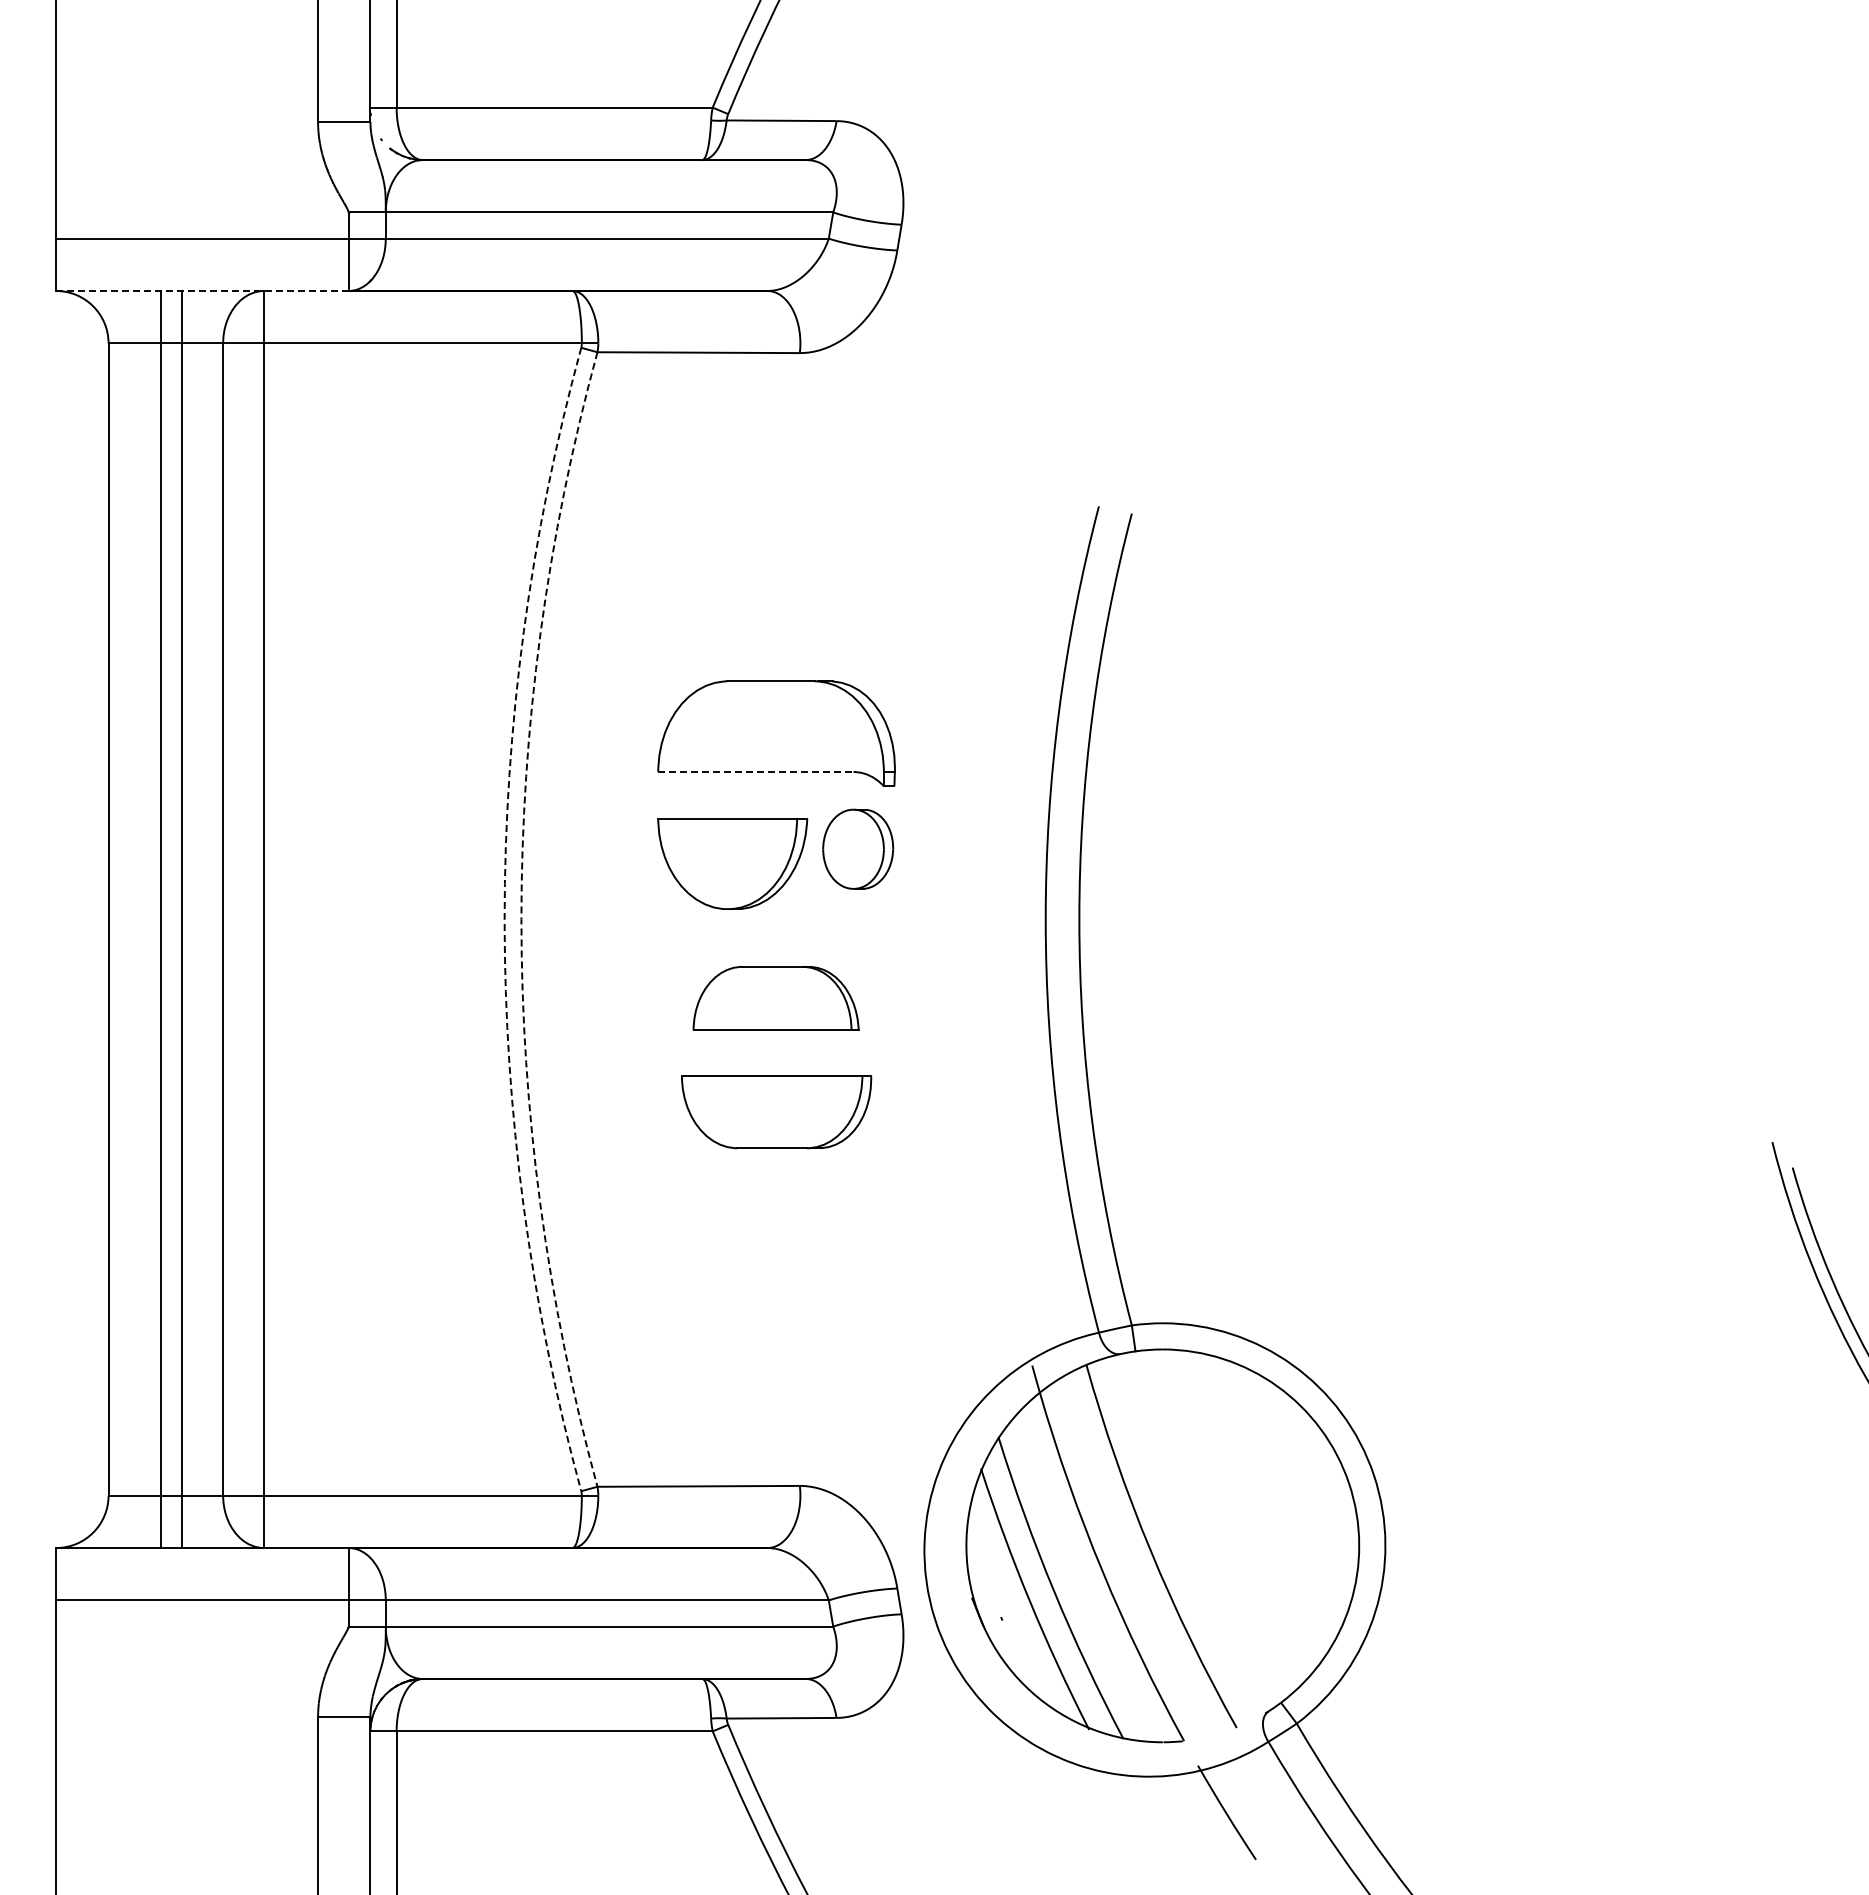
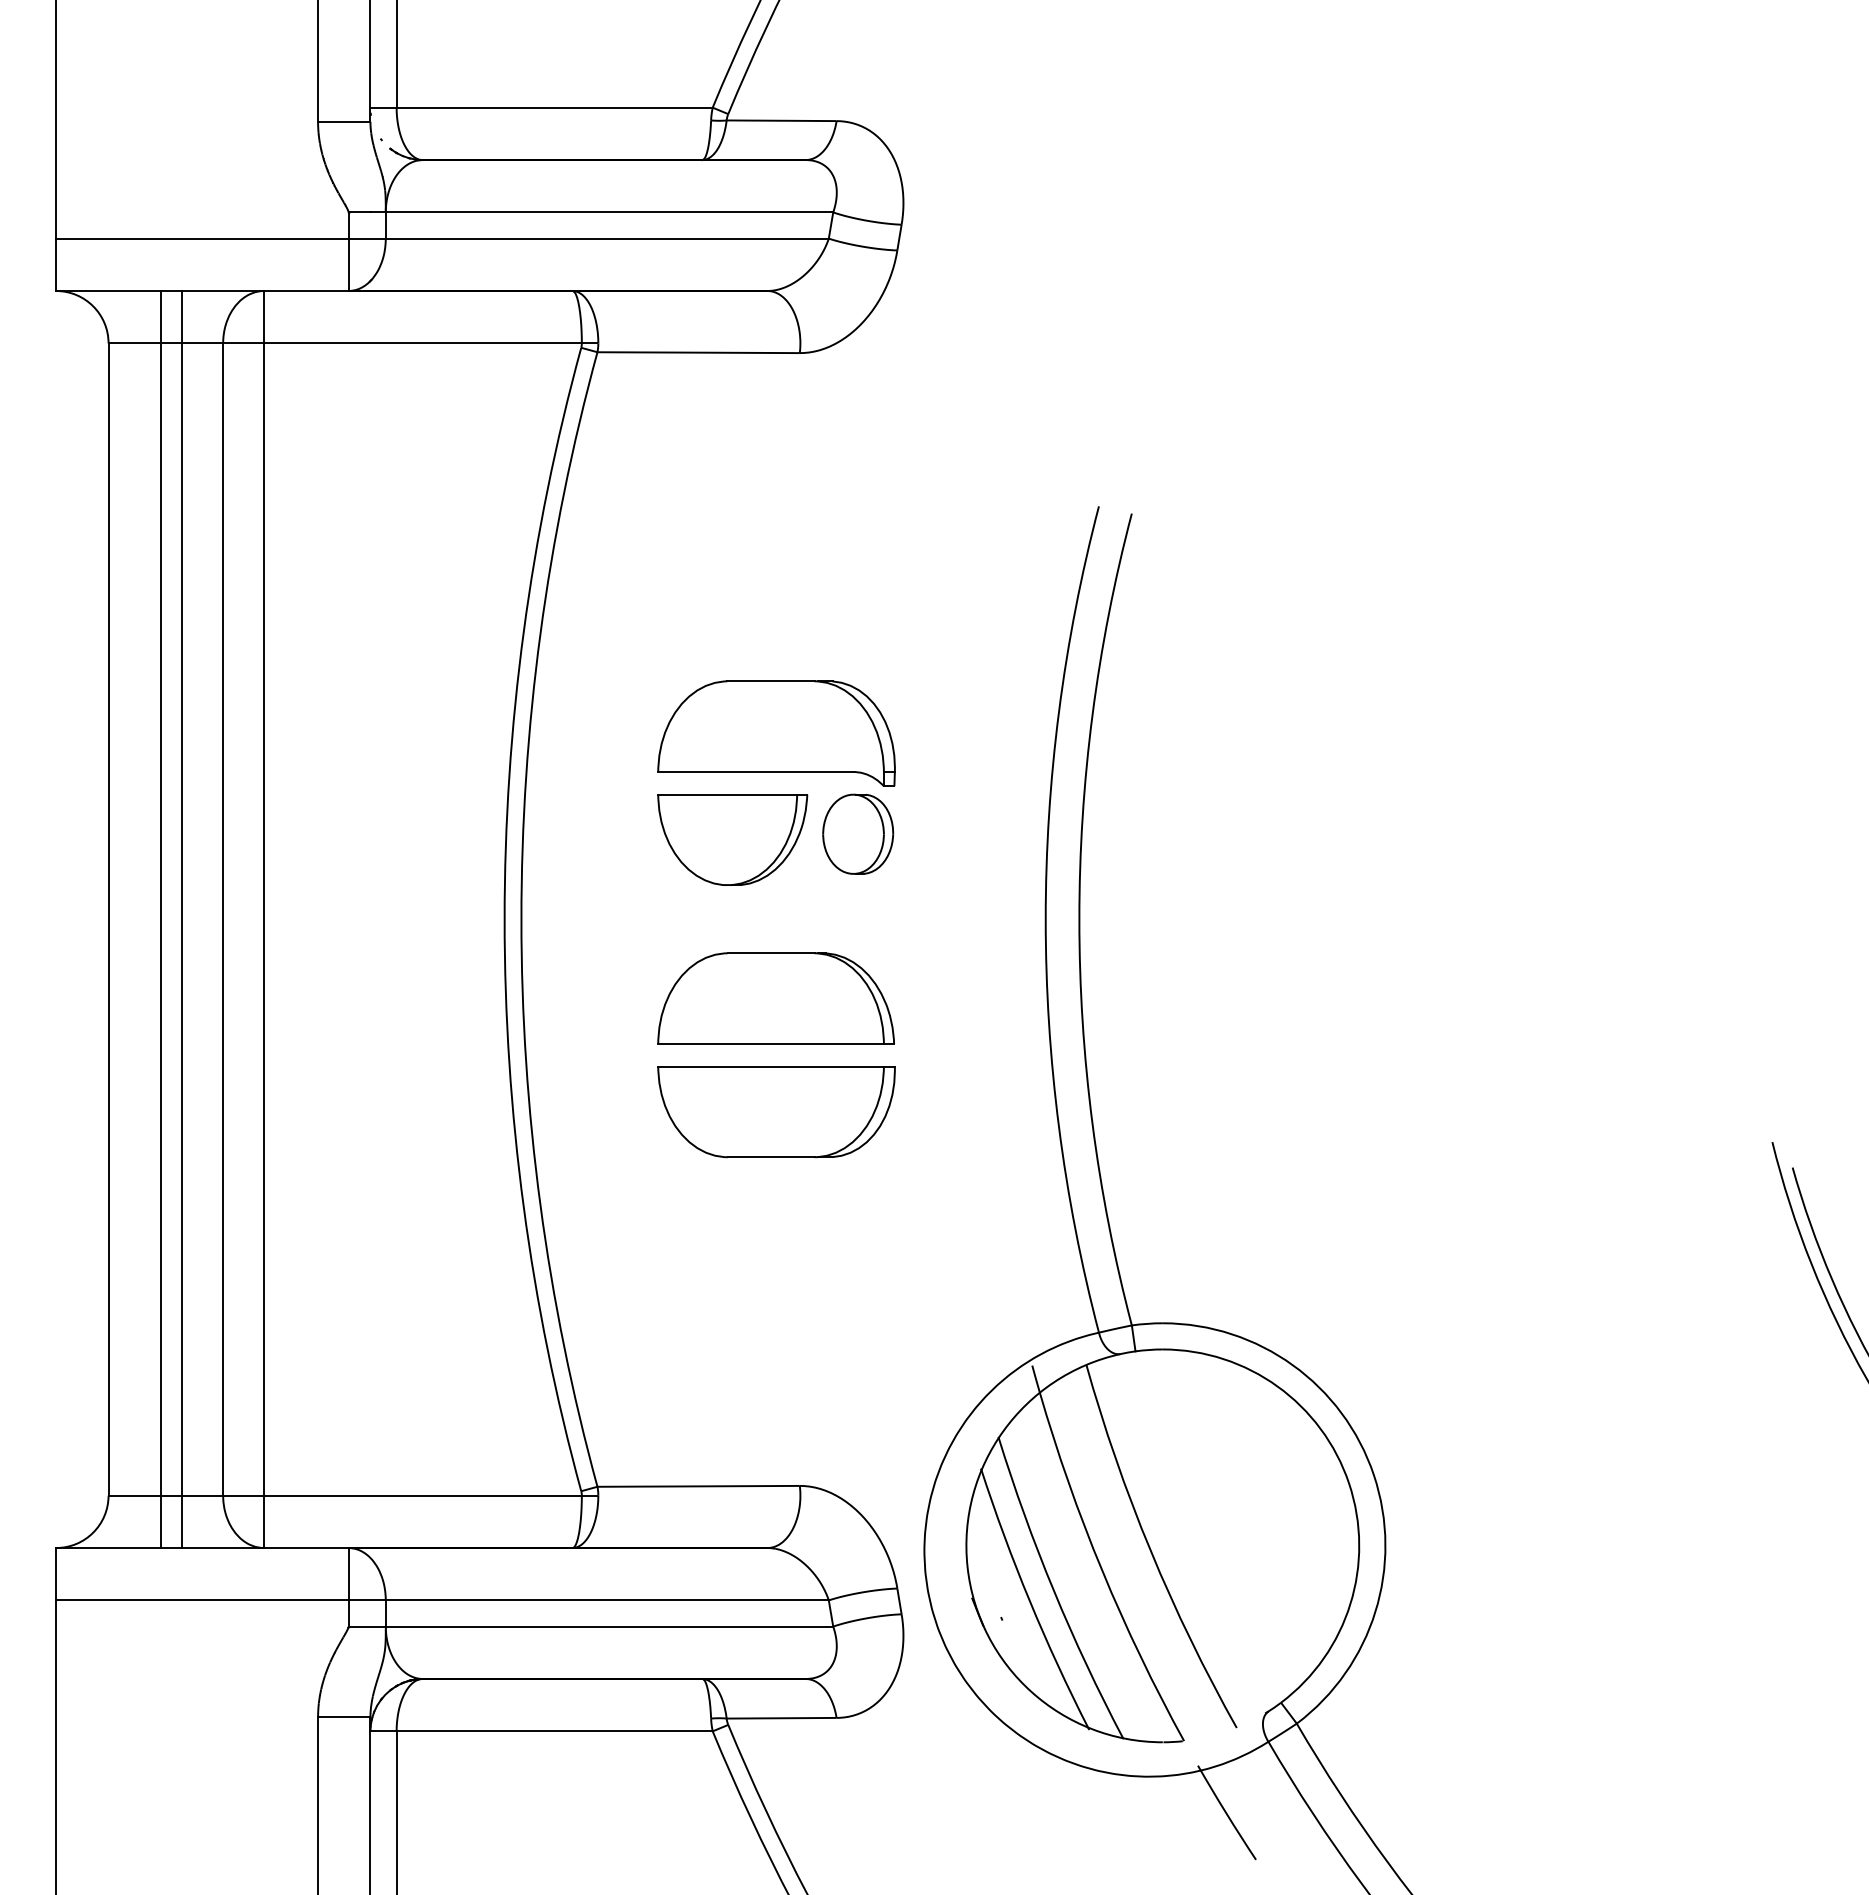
line at (202, 291): dashed -> solid
line at (755, 771): dashed -> solid
part at (858, 848) position: (858, 848) -> (858, 833)
part at (732, 863) position: (732, 863) -> (732, 839)
arc at (504, 919): dashed -> solid
arc at (521, 919): dashed -> solid
part at (775, 998) size: 168x65 px -> 238x93 px
part at (776, 1112) size: 192x75 px -> 239x93 px
